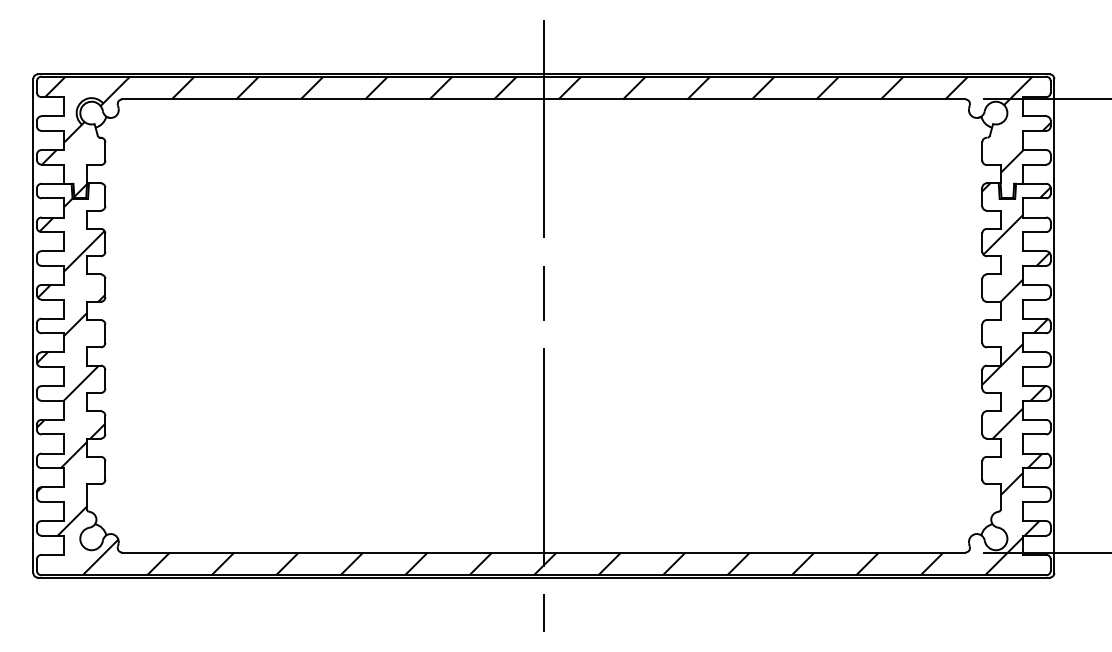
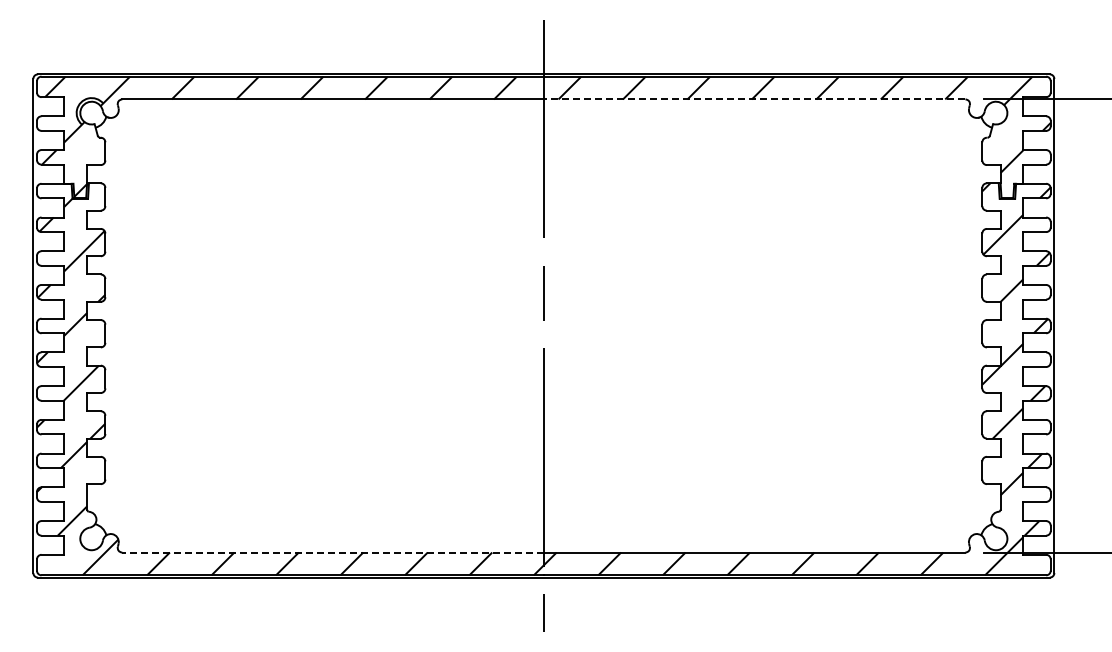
line at (754, 99): solid -> dashed
line at (333, 552): solid -> dashed
